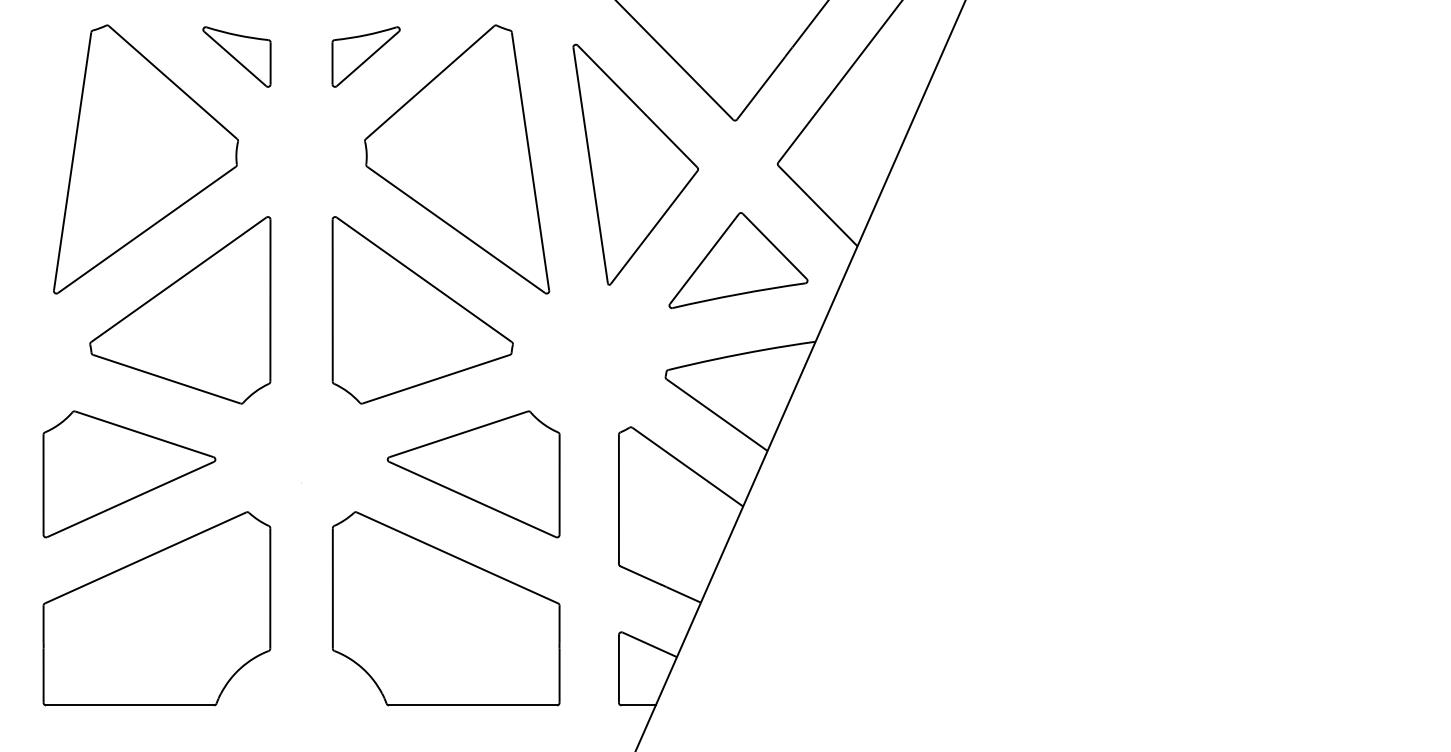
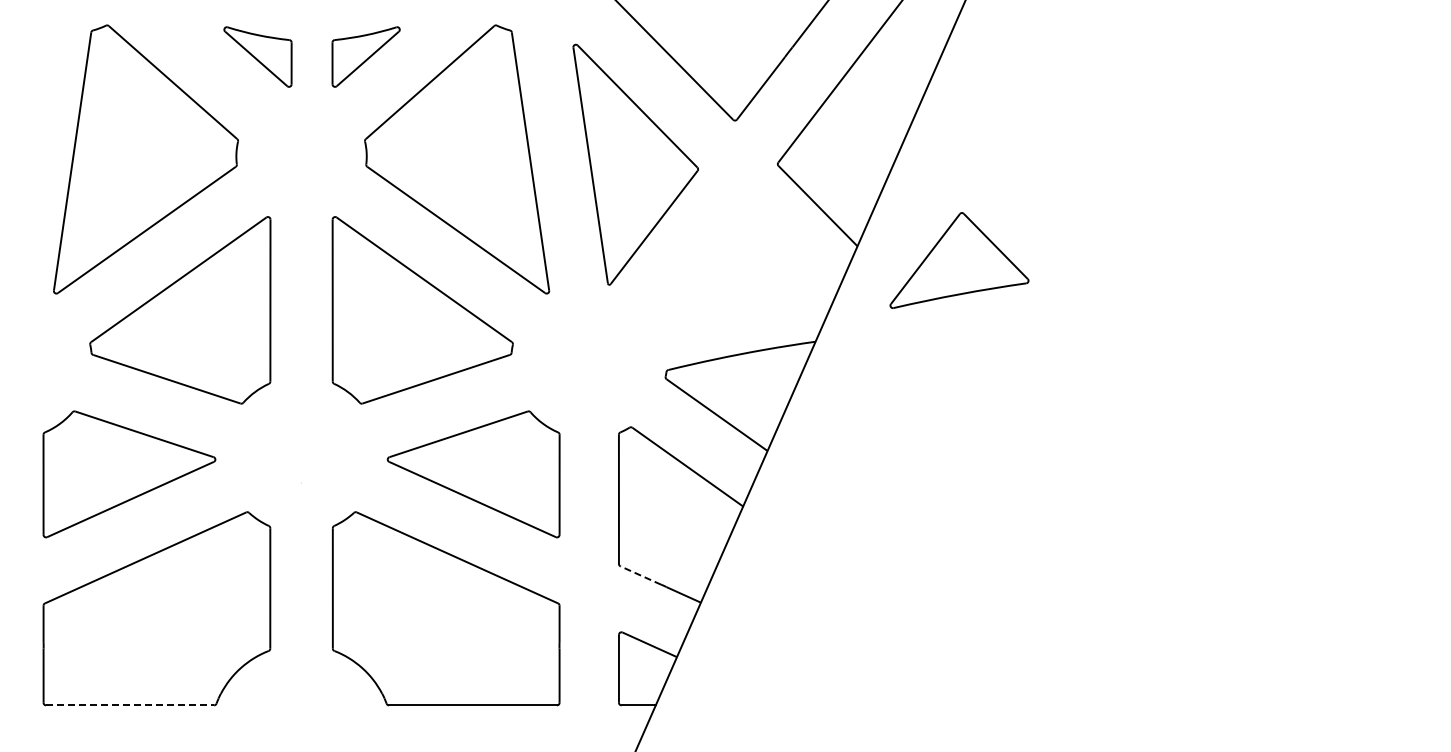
part at (236, 56) position: (236, 56) -> (257, 56)
part at (738, 260) position: (738, 260) -> (959, 260)
line at (640, 575): solid -> dashed
line at (130, 705): solid -> dashed
